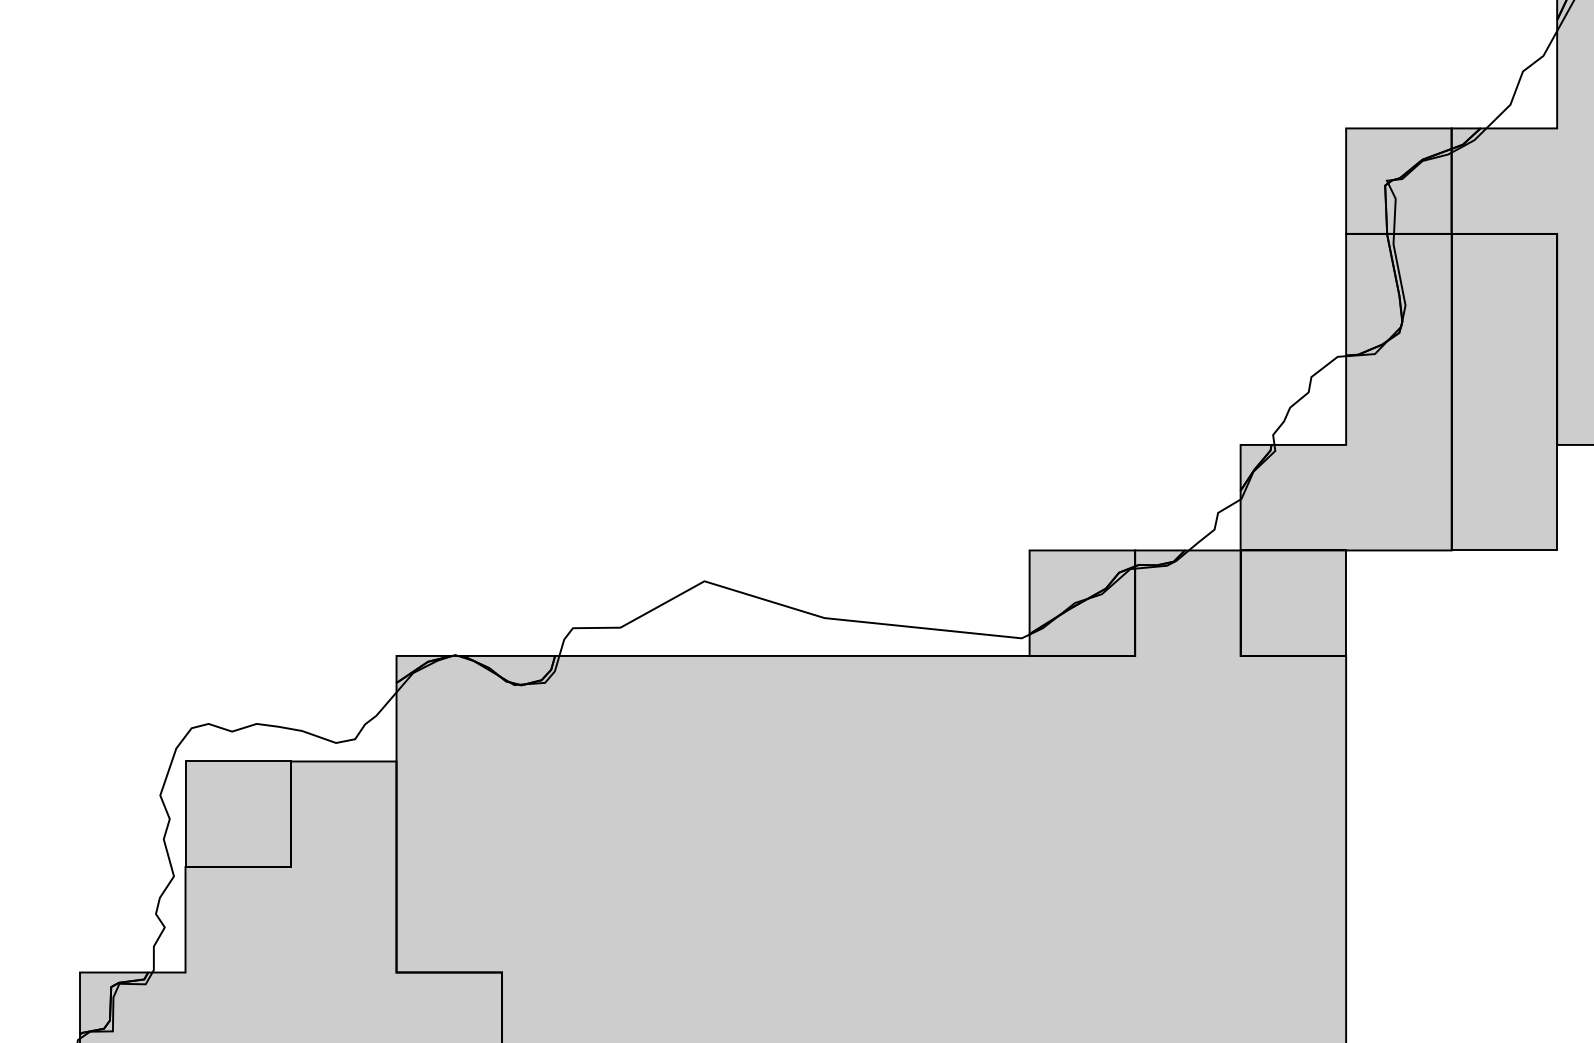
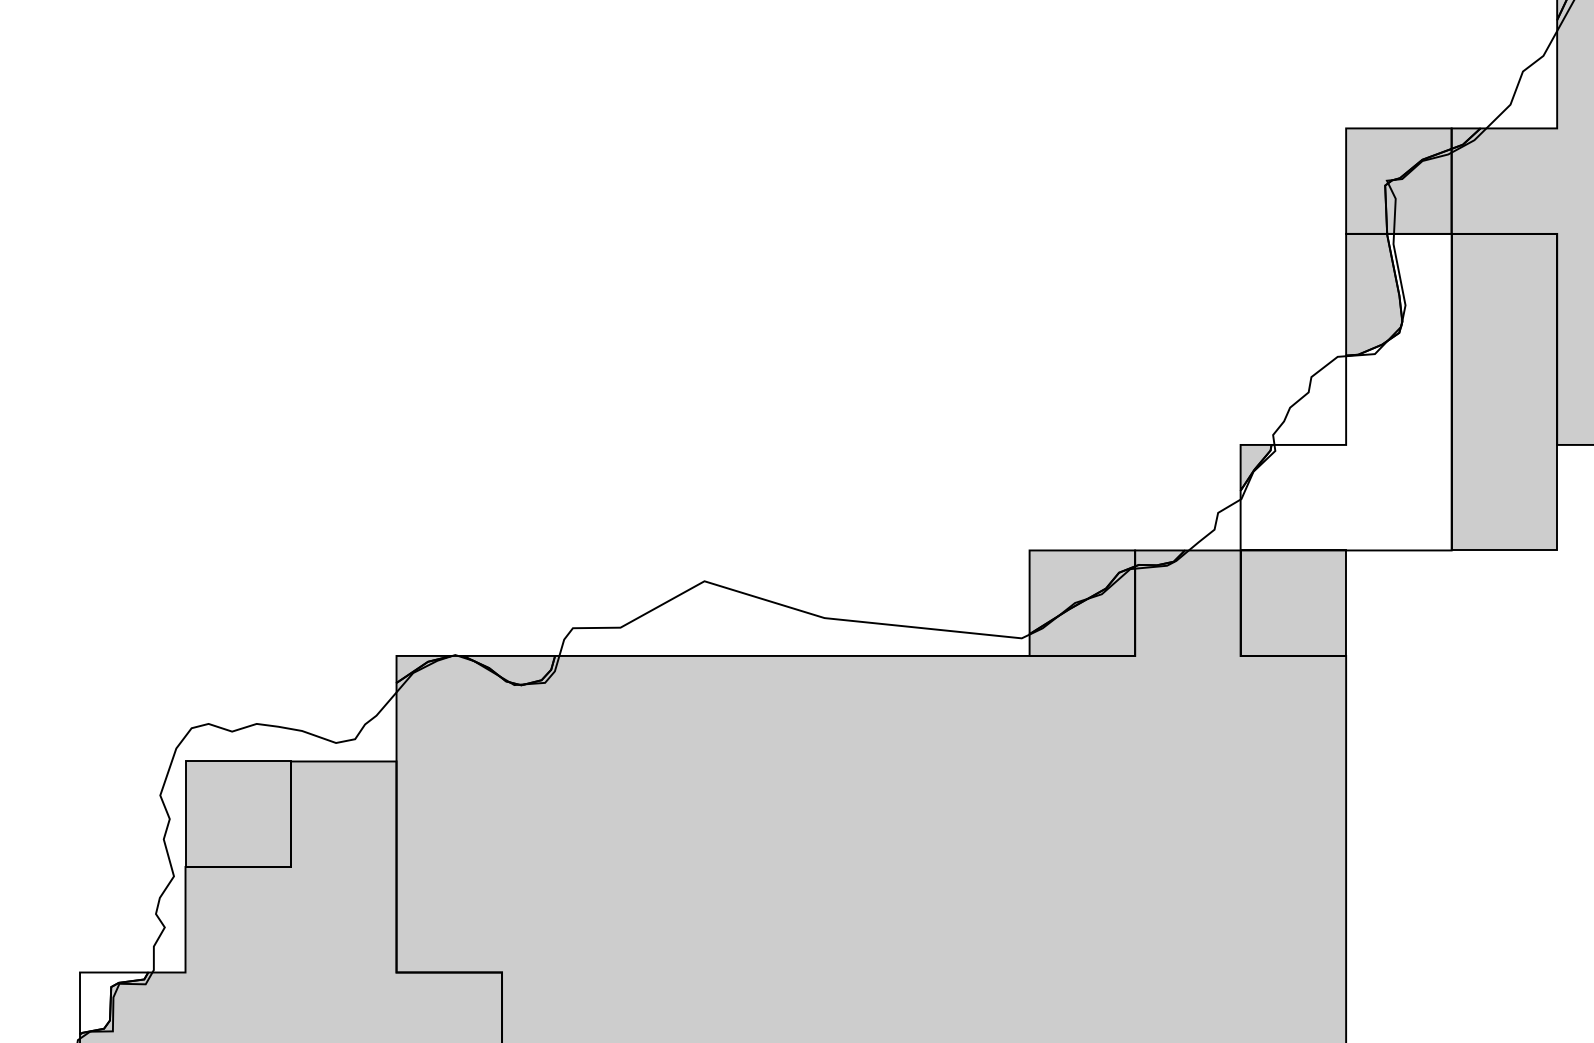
fill at (1345, 391): present -> none
fill at (114, 1003): present -> none
